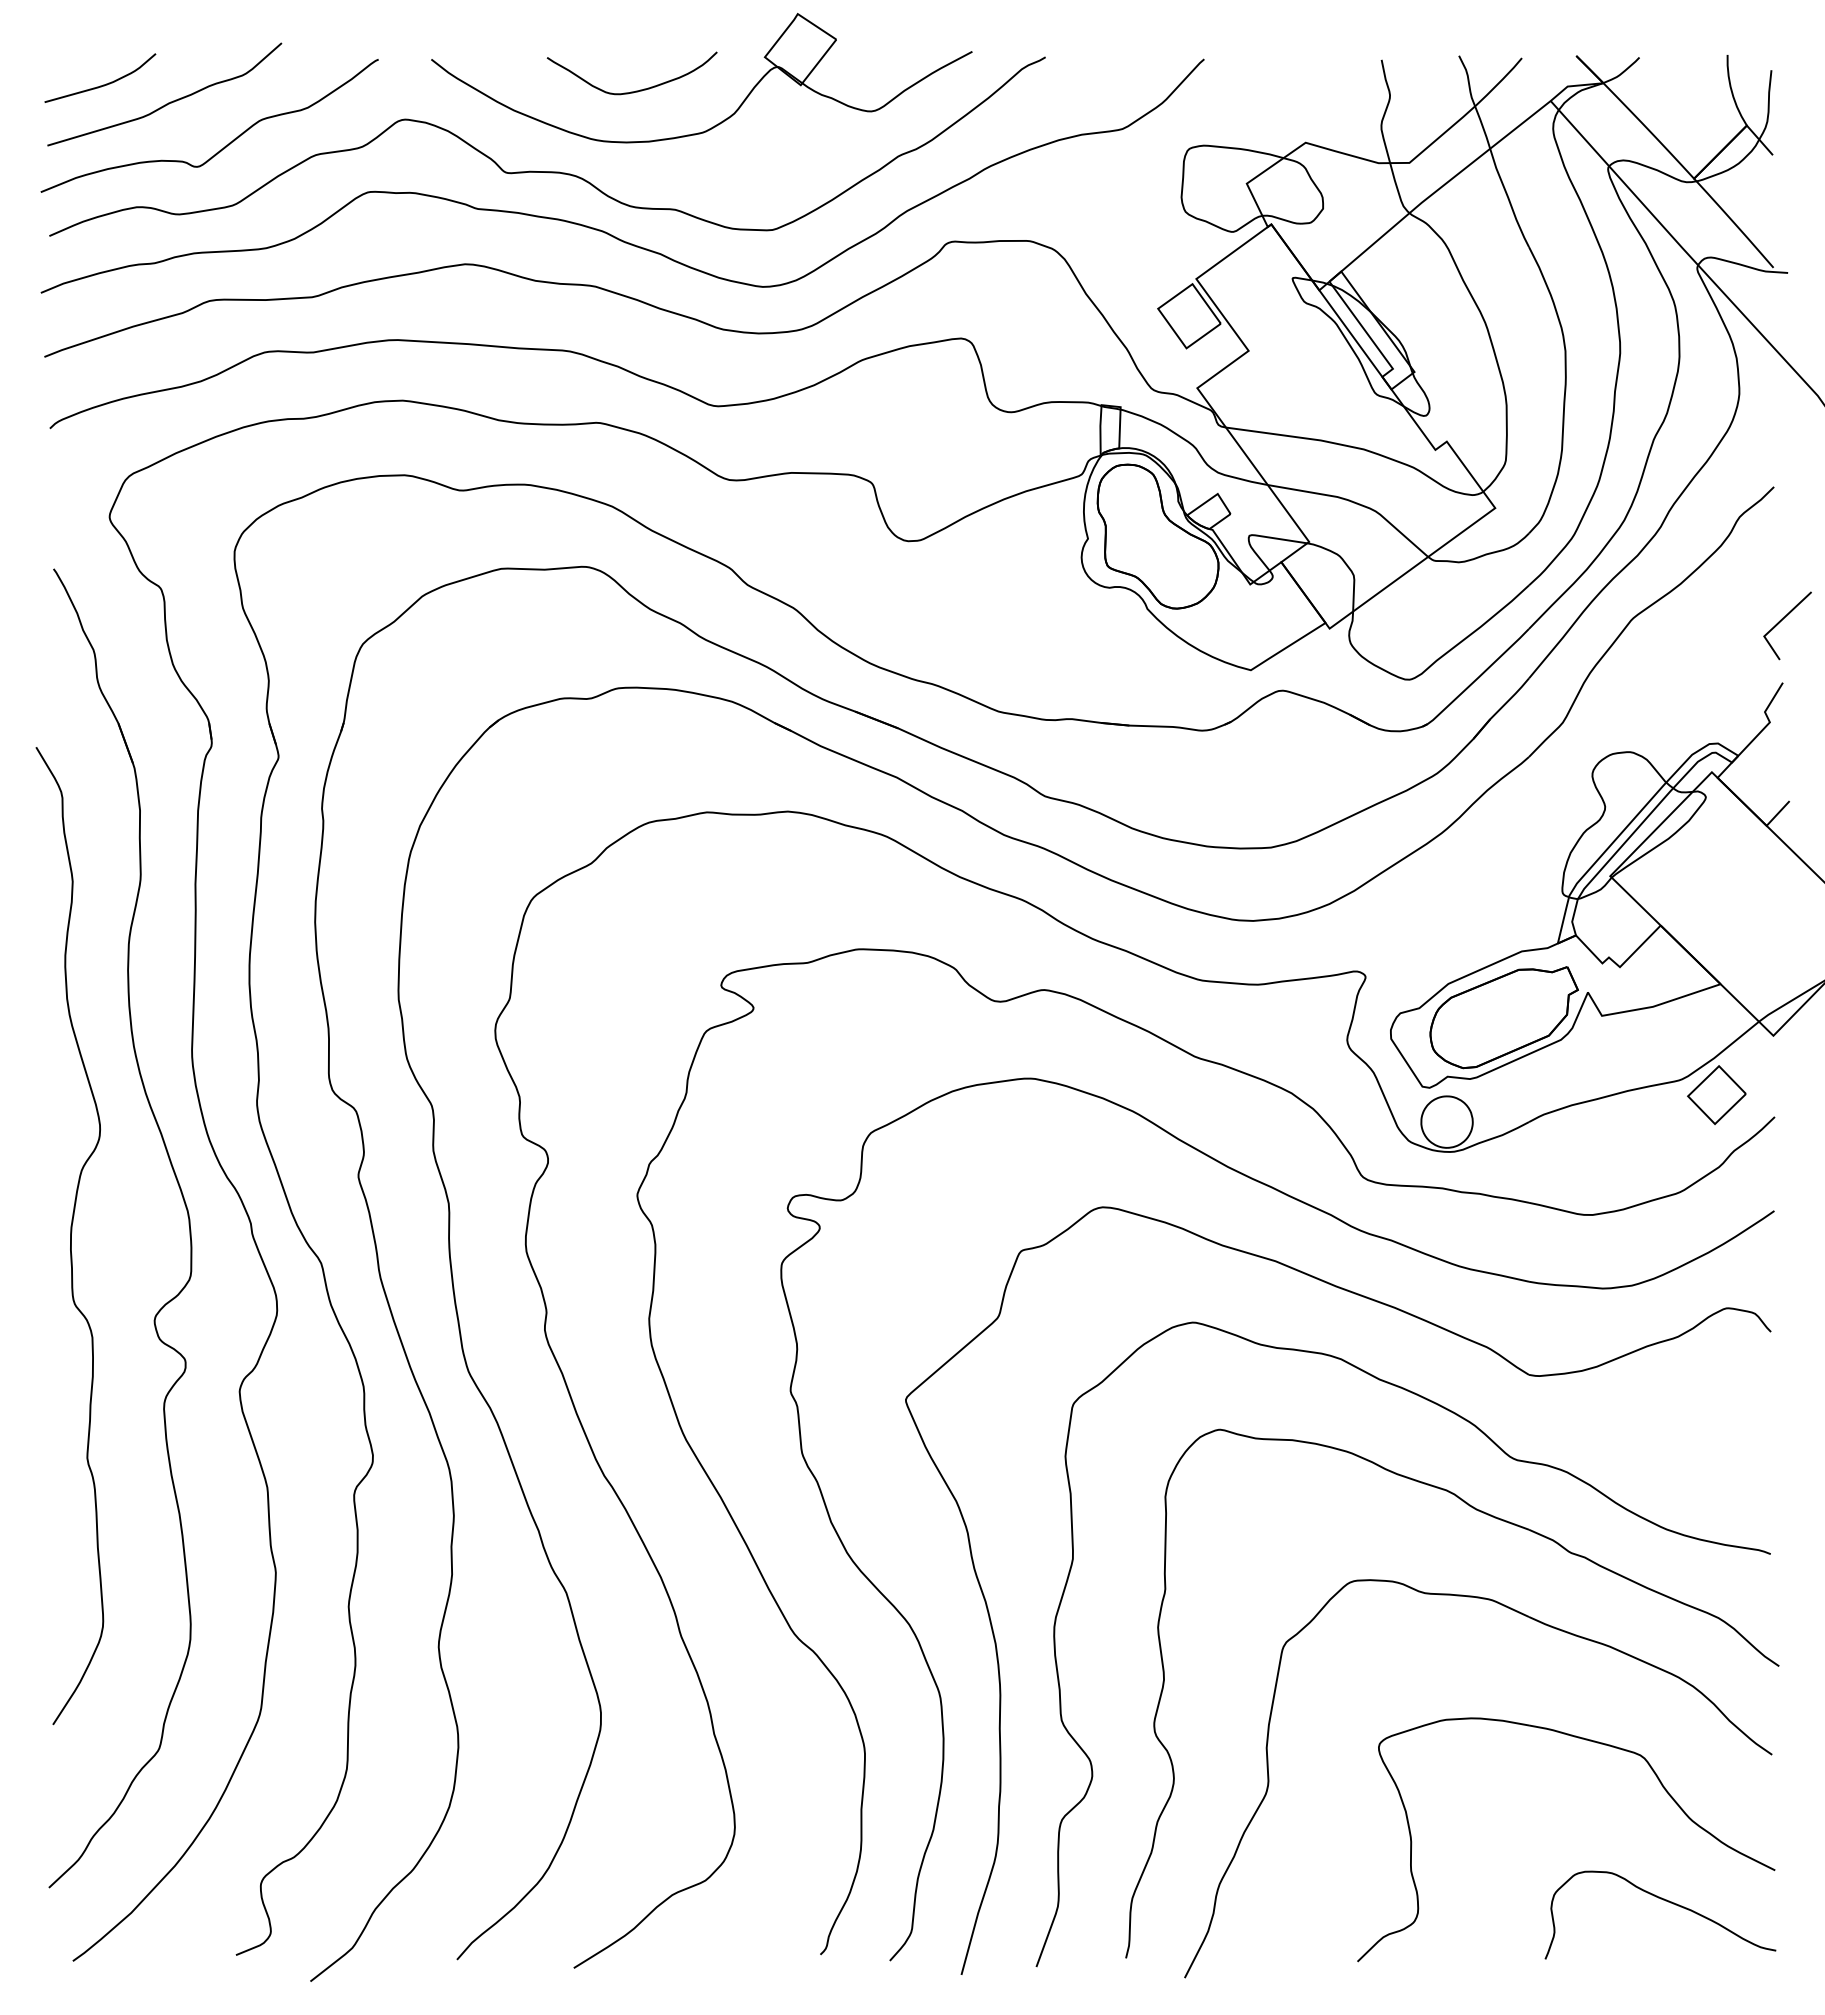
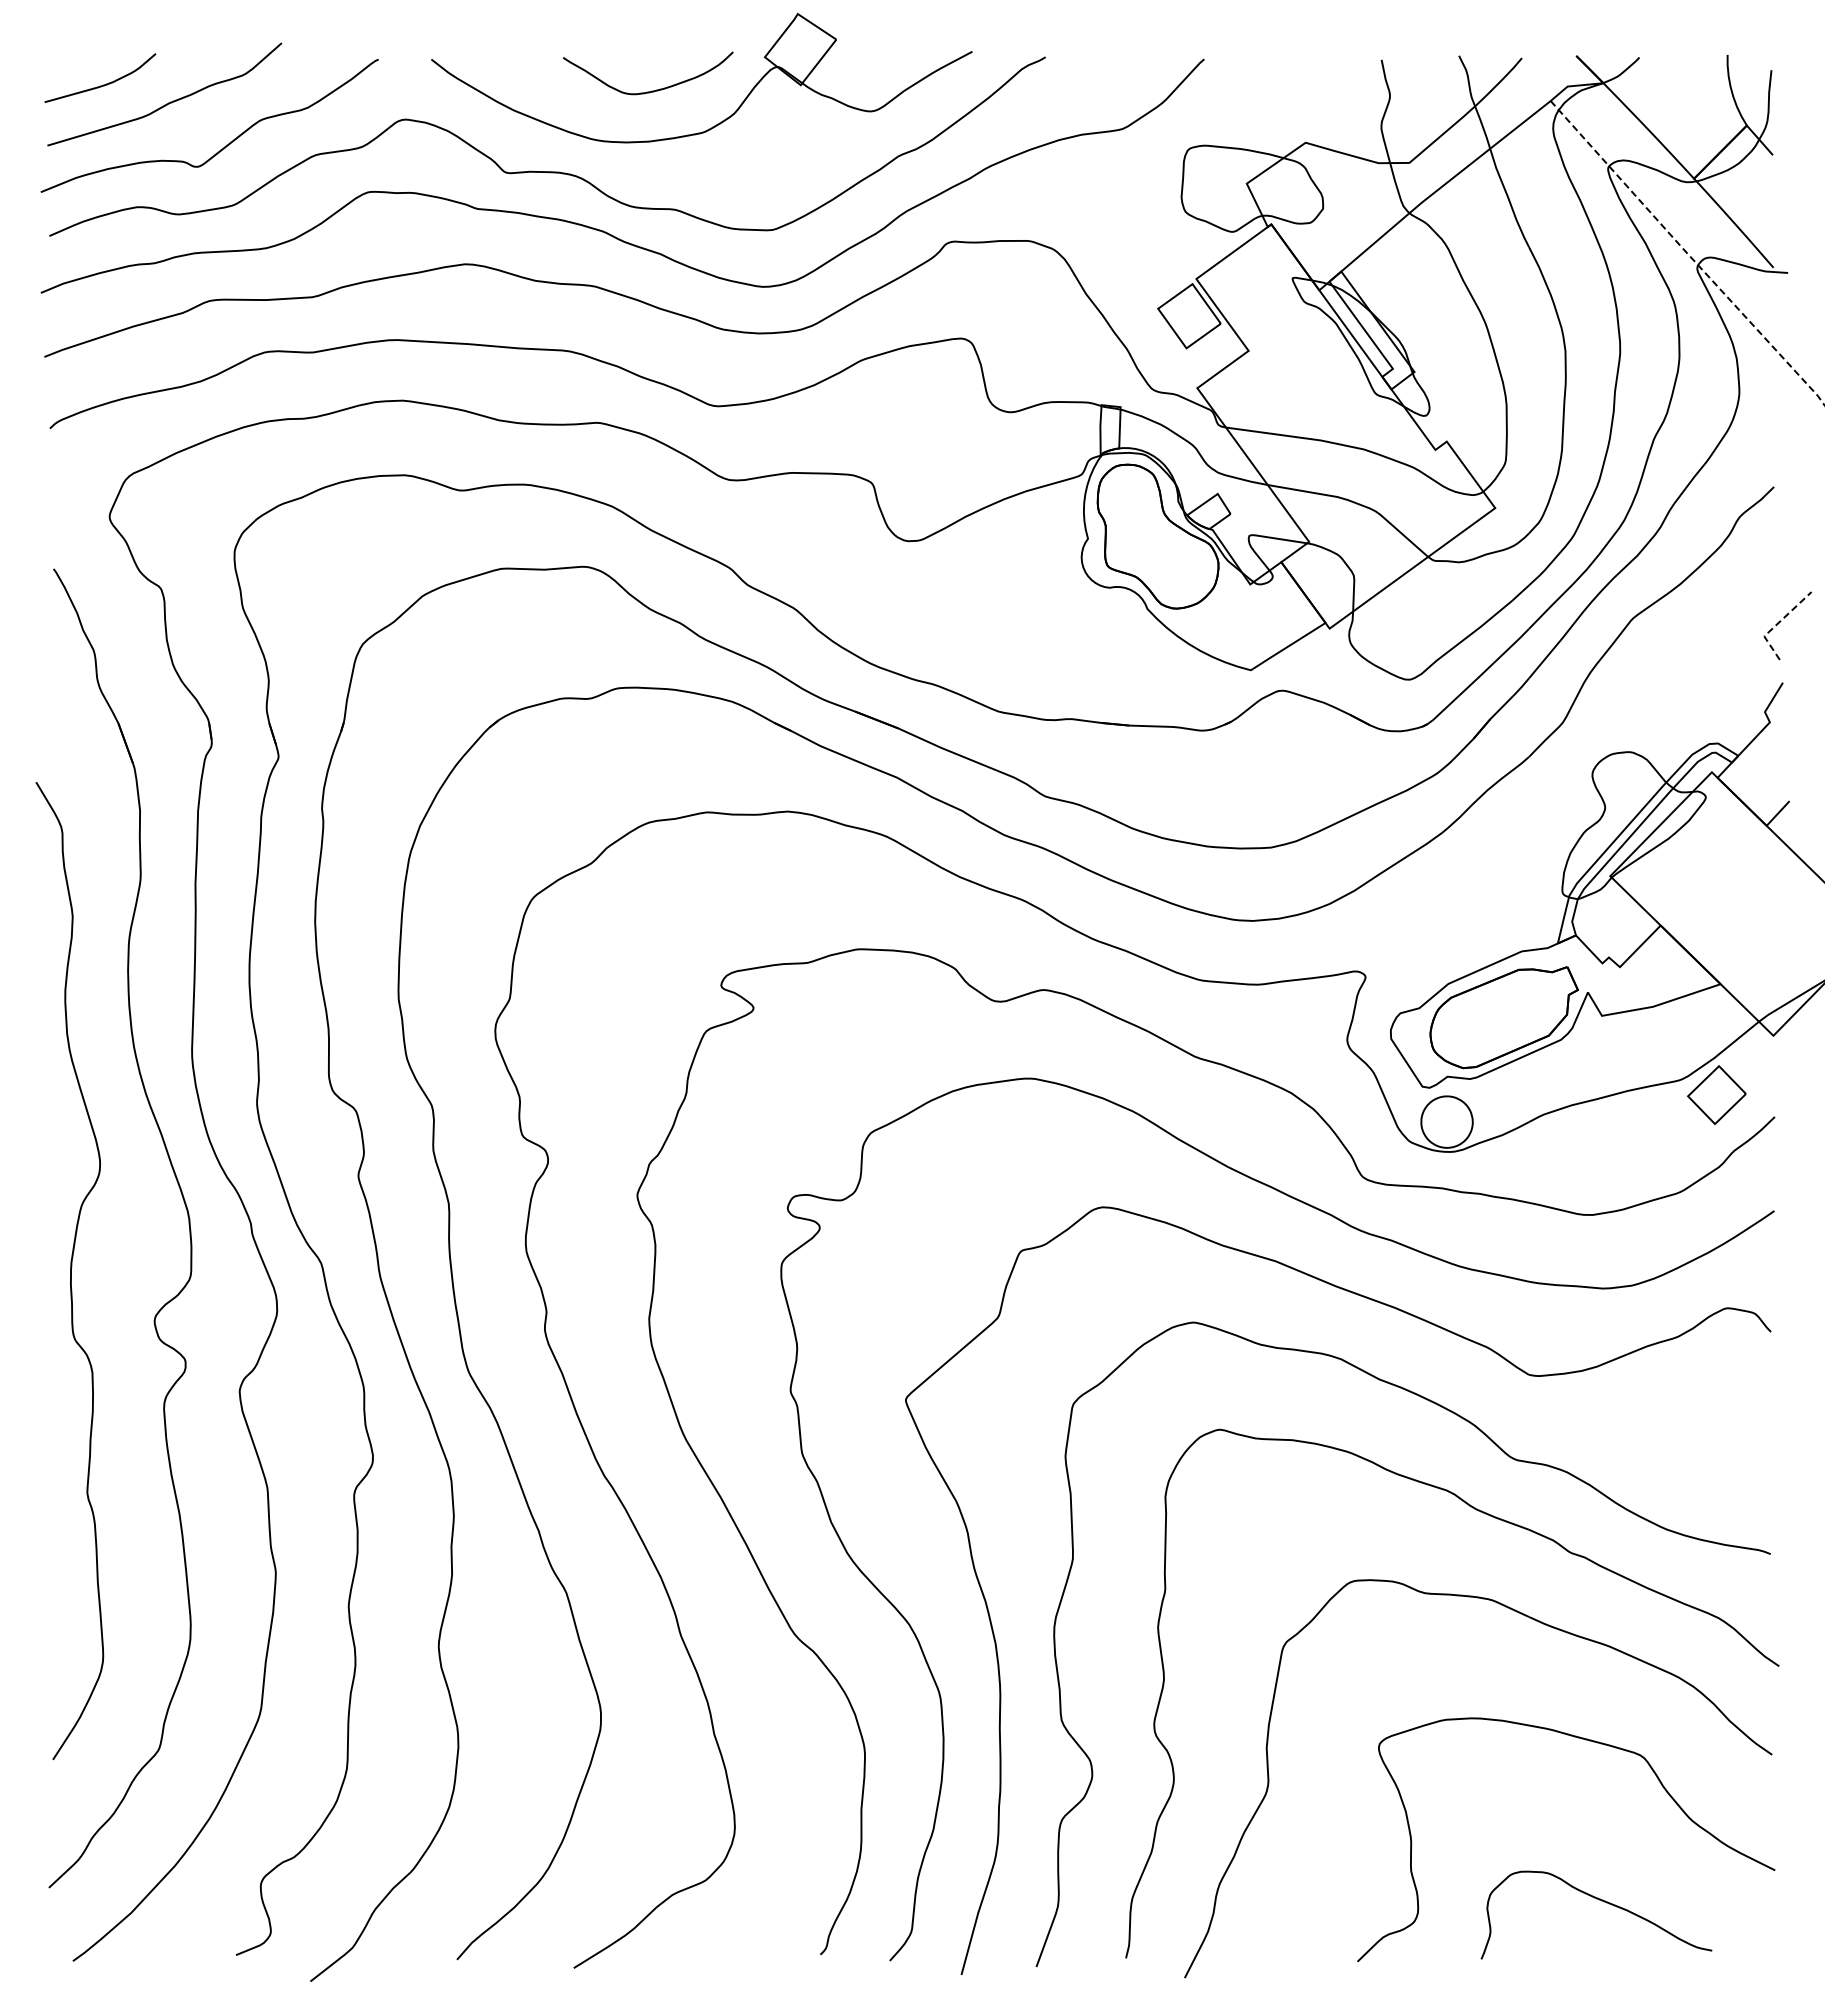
curve at (635, 90) position: (635, 90) -> (651, 90)
line at (1687, 253): solid -> dashed
line at (1777, 624): solid -> dashed
curve at (70, 1236) position: (70, 1236) -> (70, 1271)
curve at (1665, 1901) position: (1665, 1901) -> (1601, 1901)
